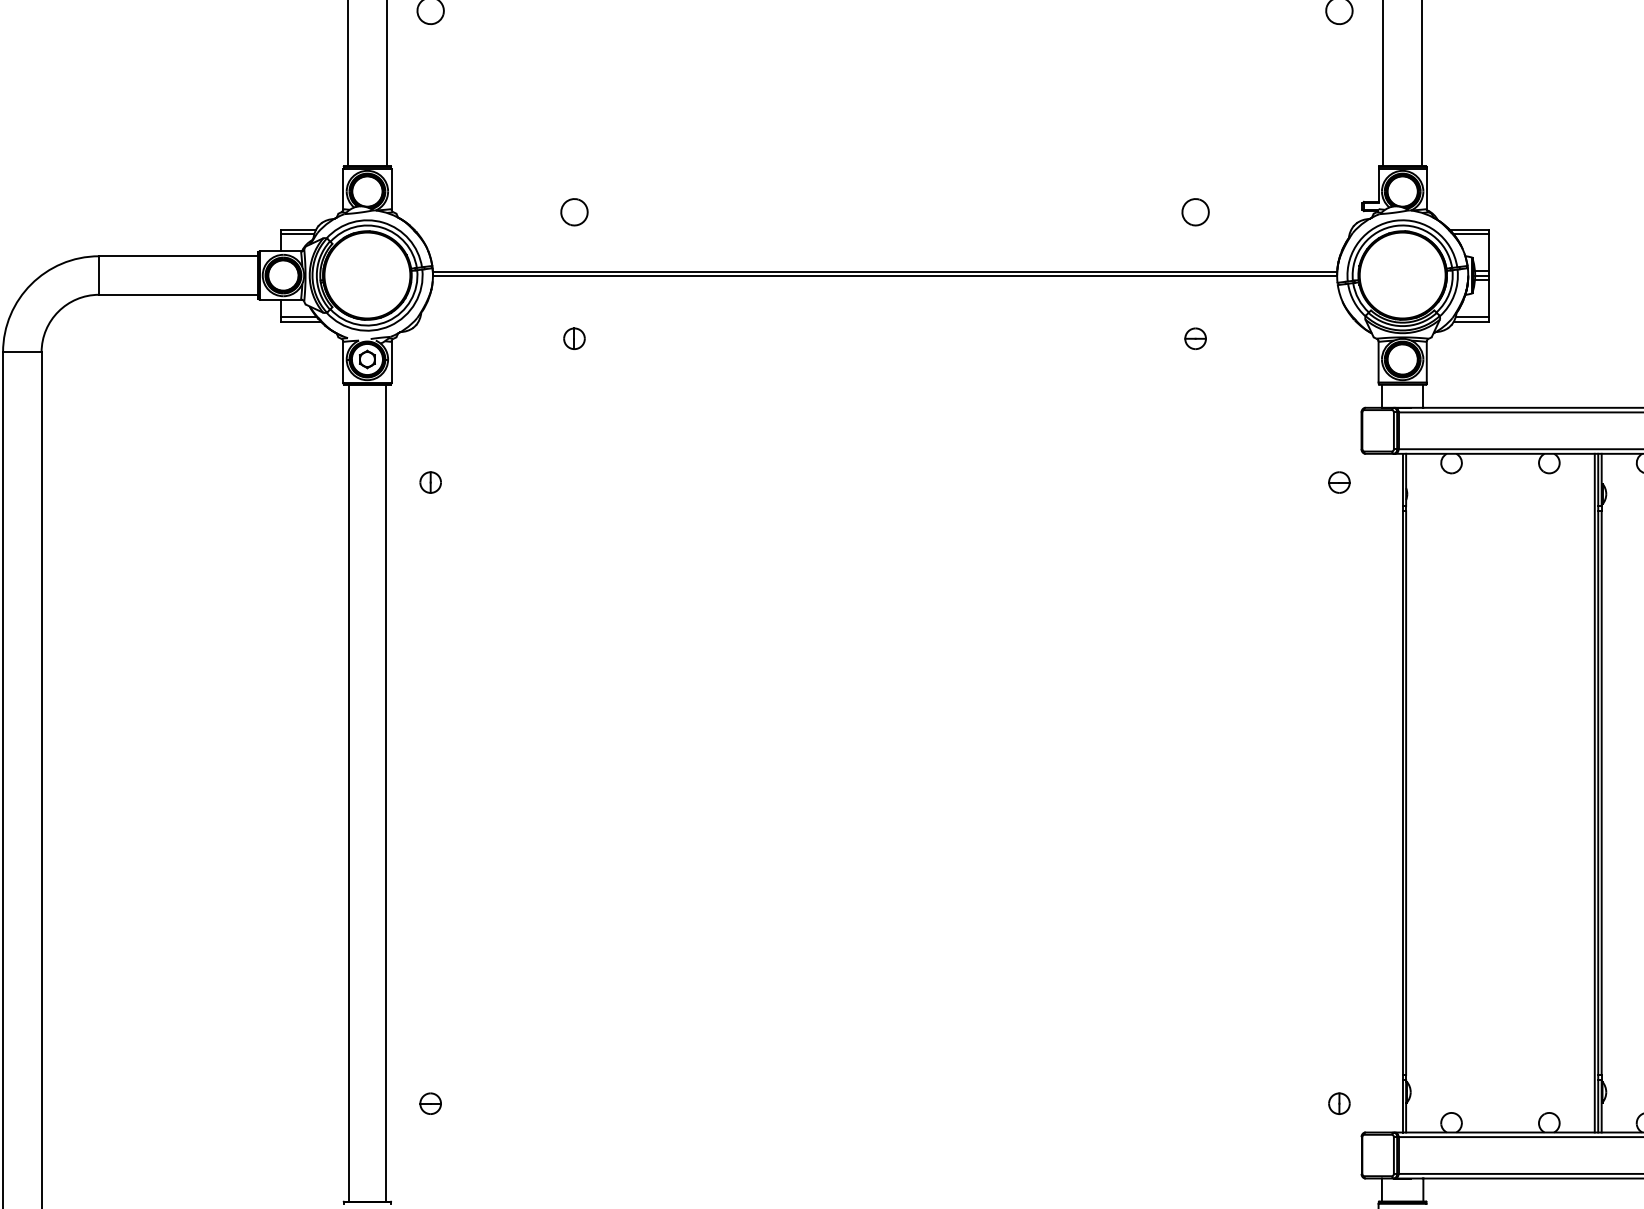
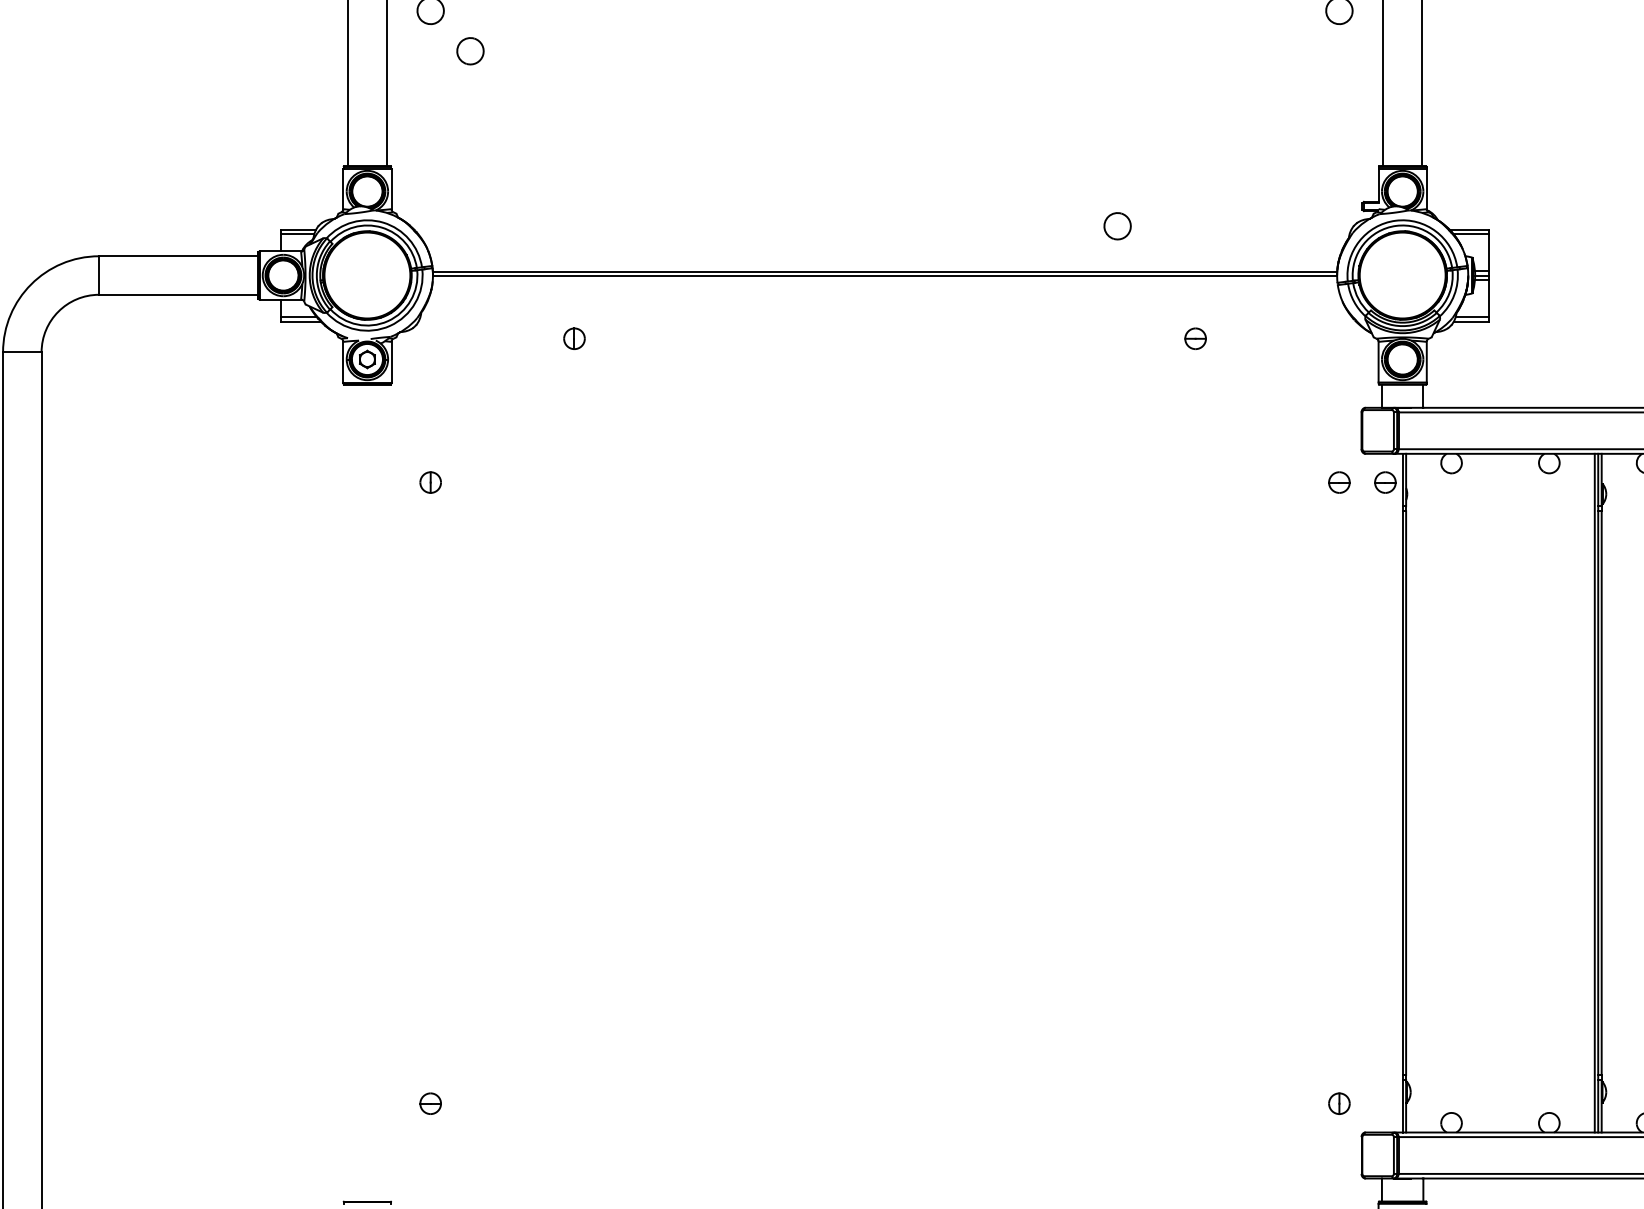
part at (574, 212) position: (574, 212) -> (470, 51)
part at (1195, 212) position: (1195, 212) -> (1117, 226)
part at (1385, 482): none -> present
line at (349, 792): present -> none
line at (385, 792): present -> none
